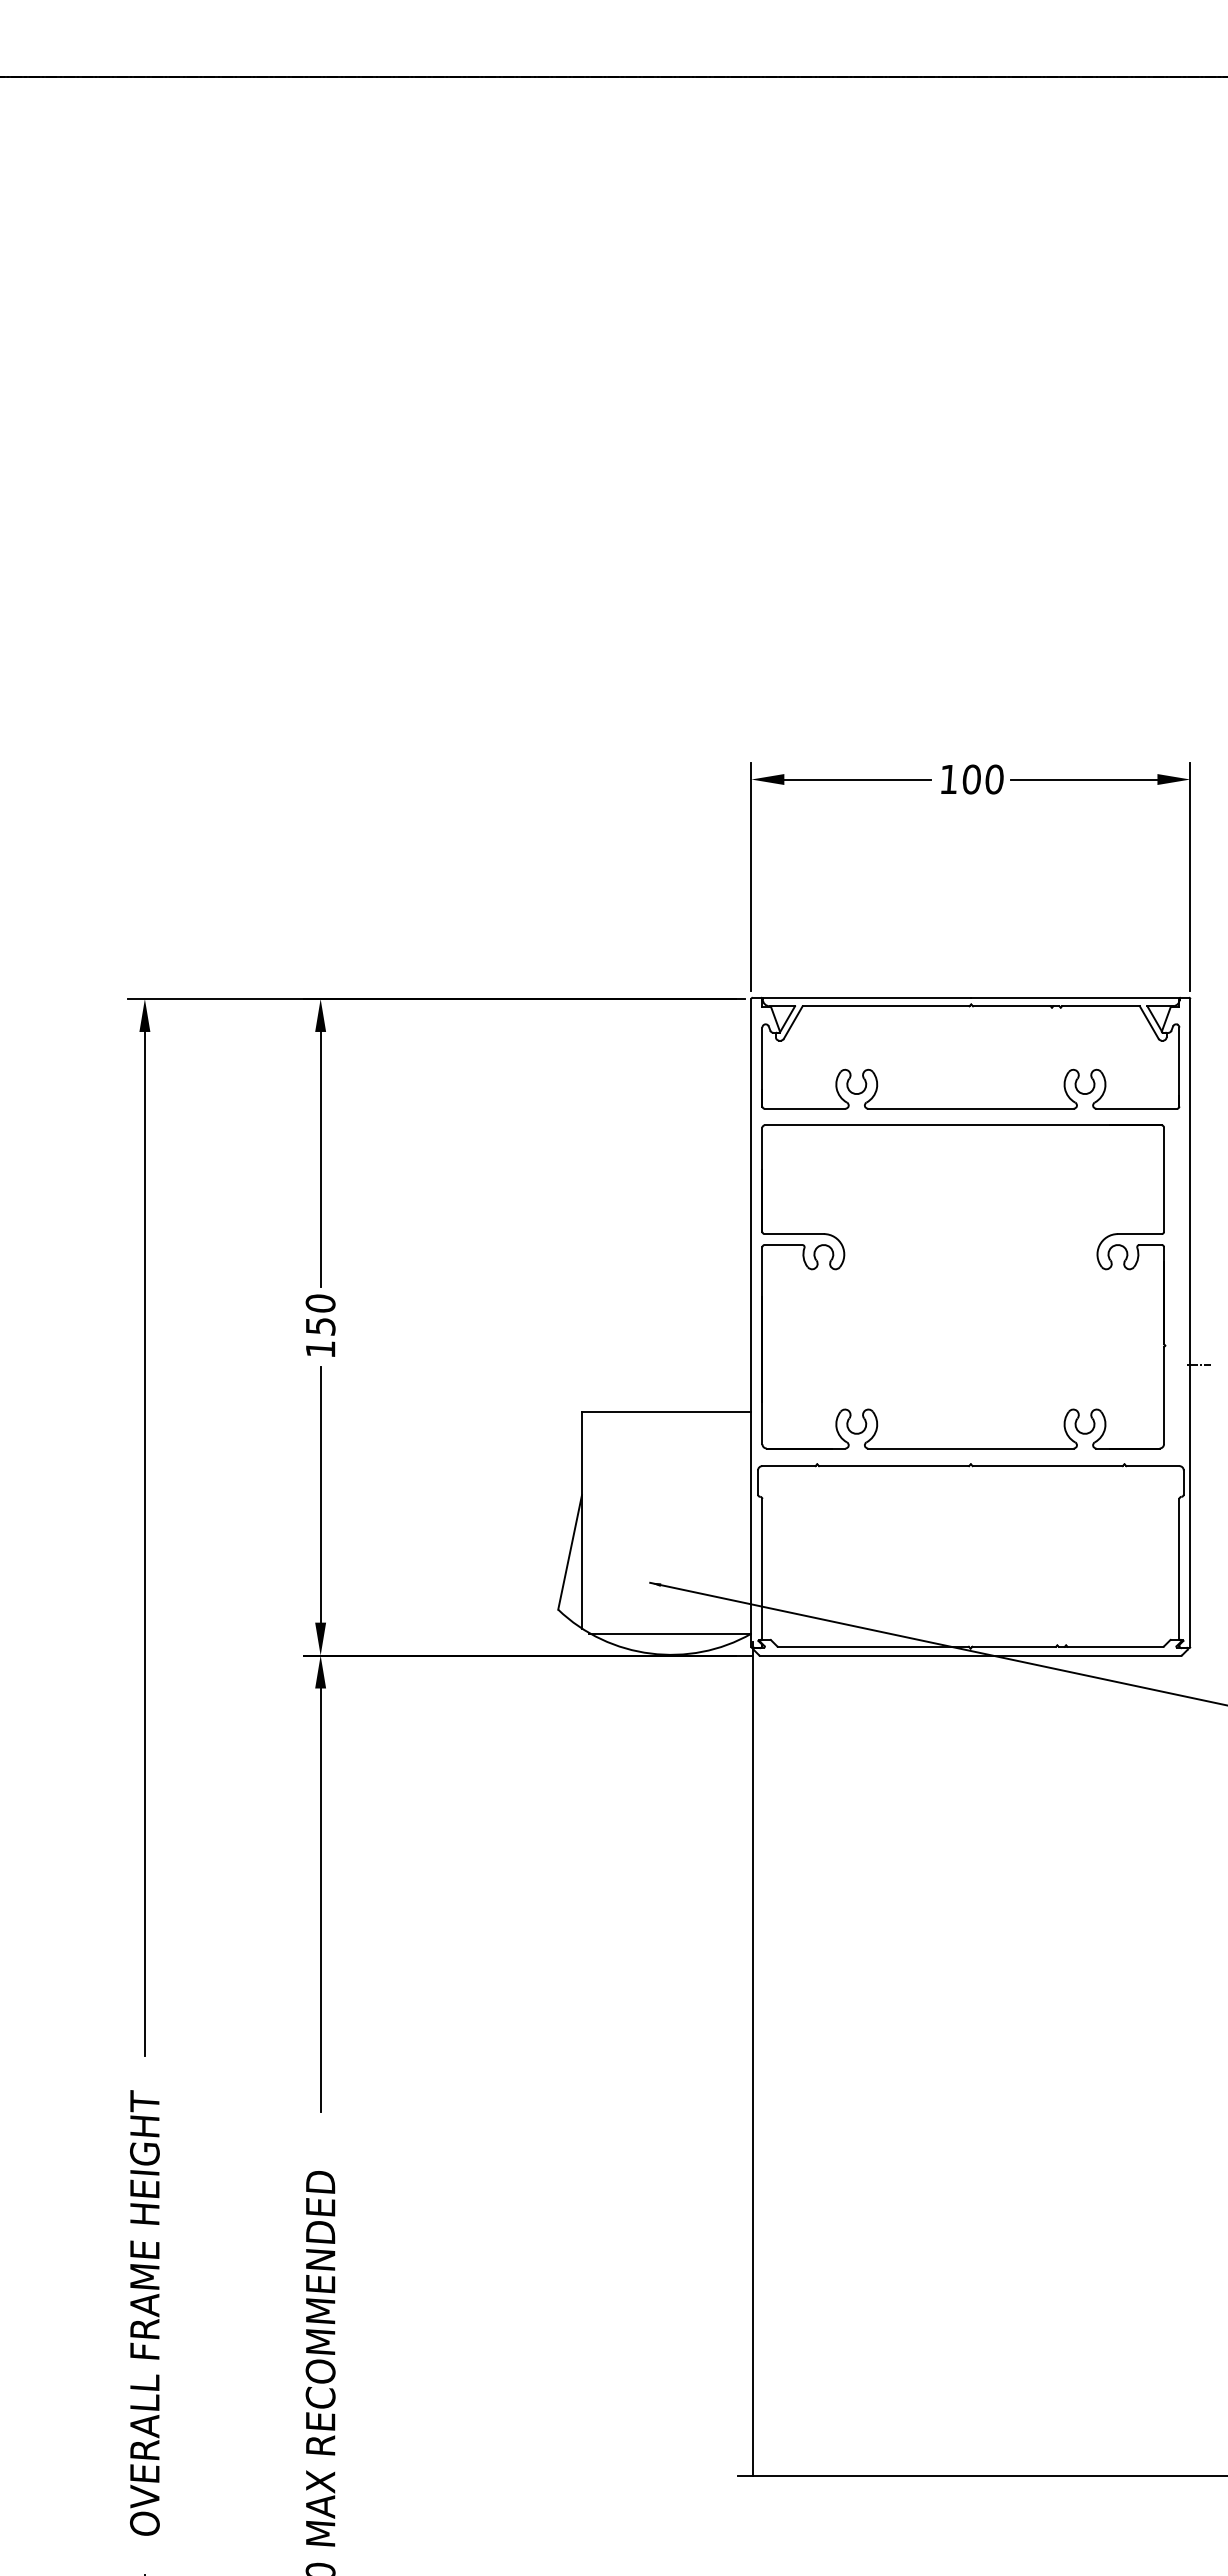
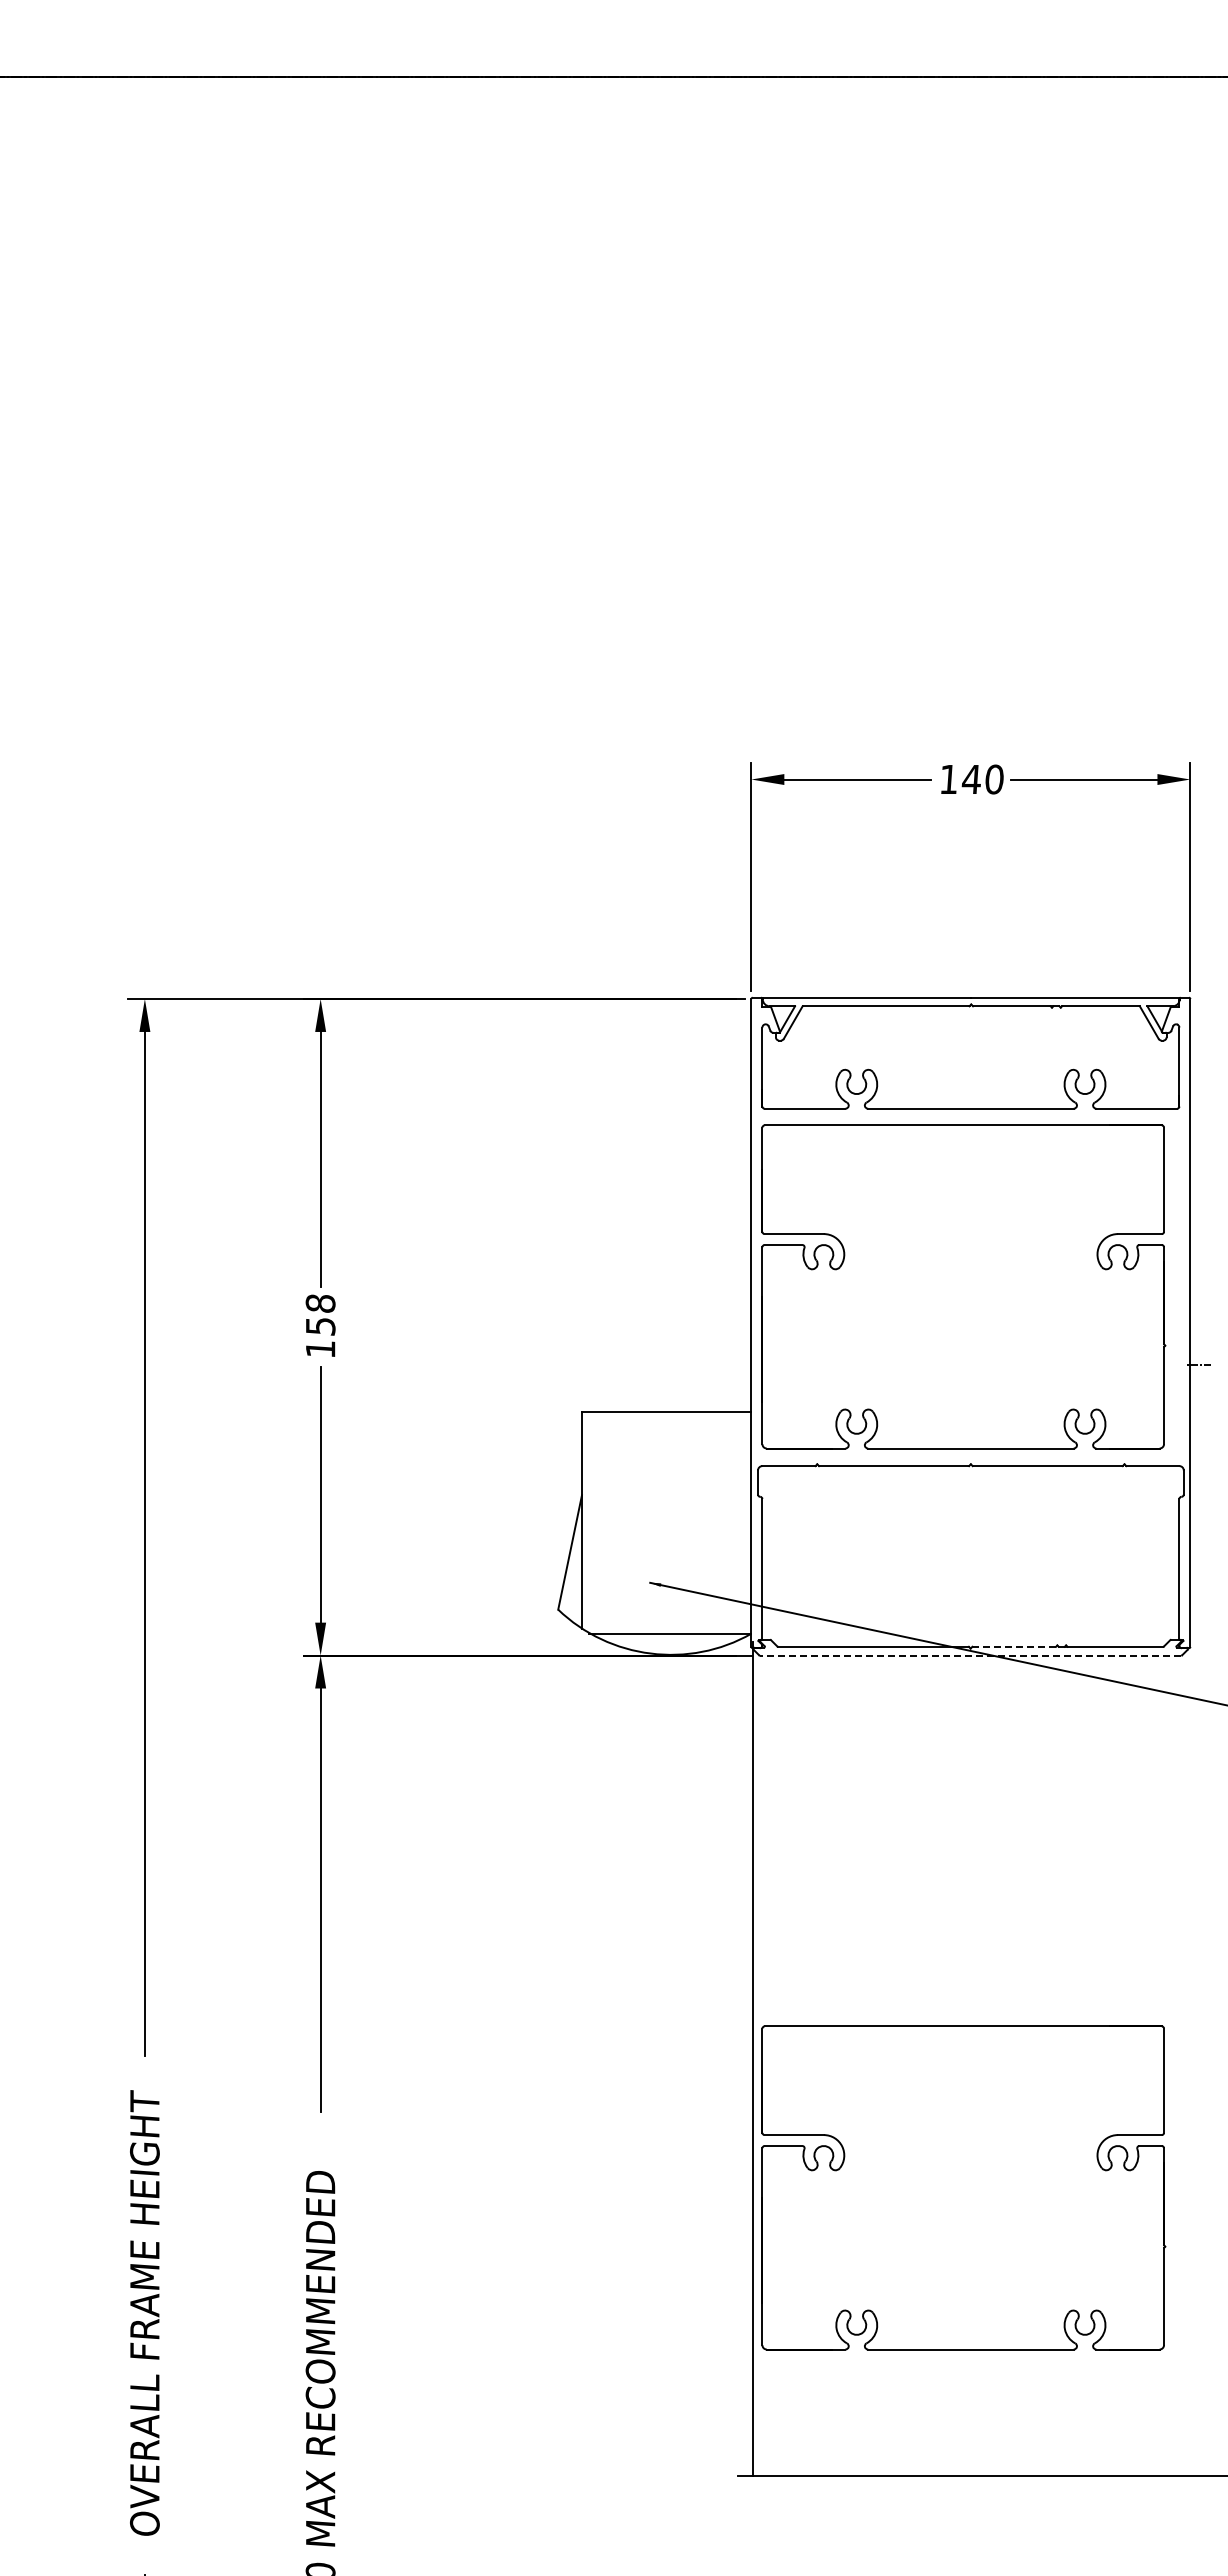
text at (970, 779): 100 -> 140
text at (320, 1303): 150 -> 158
line at (1014, 1646): solid -> dashed
line at (970, 1655): solid -> dashed
part at (963, 2187): none -> present
